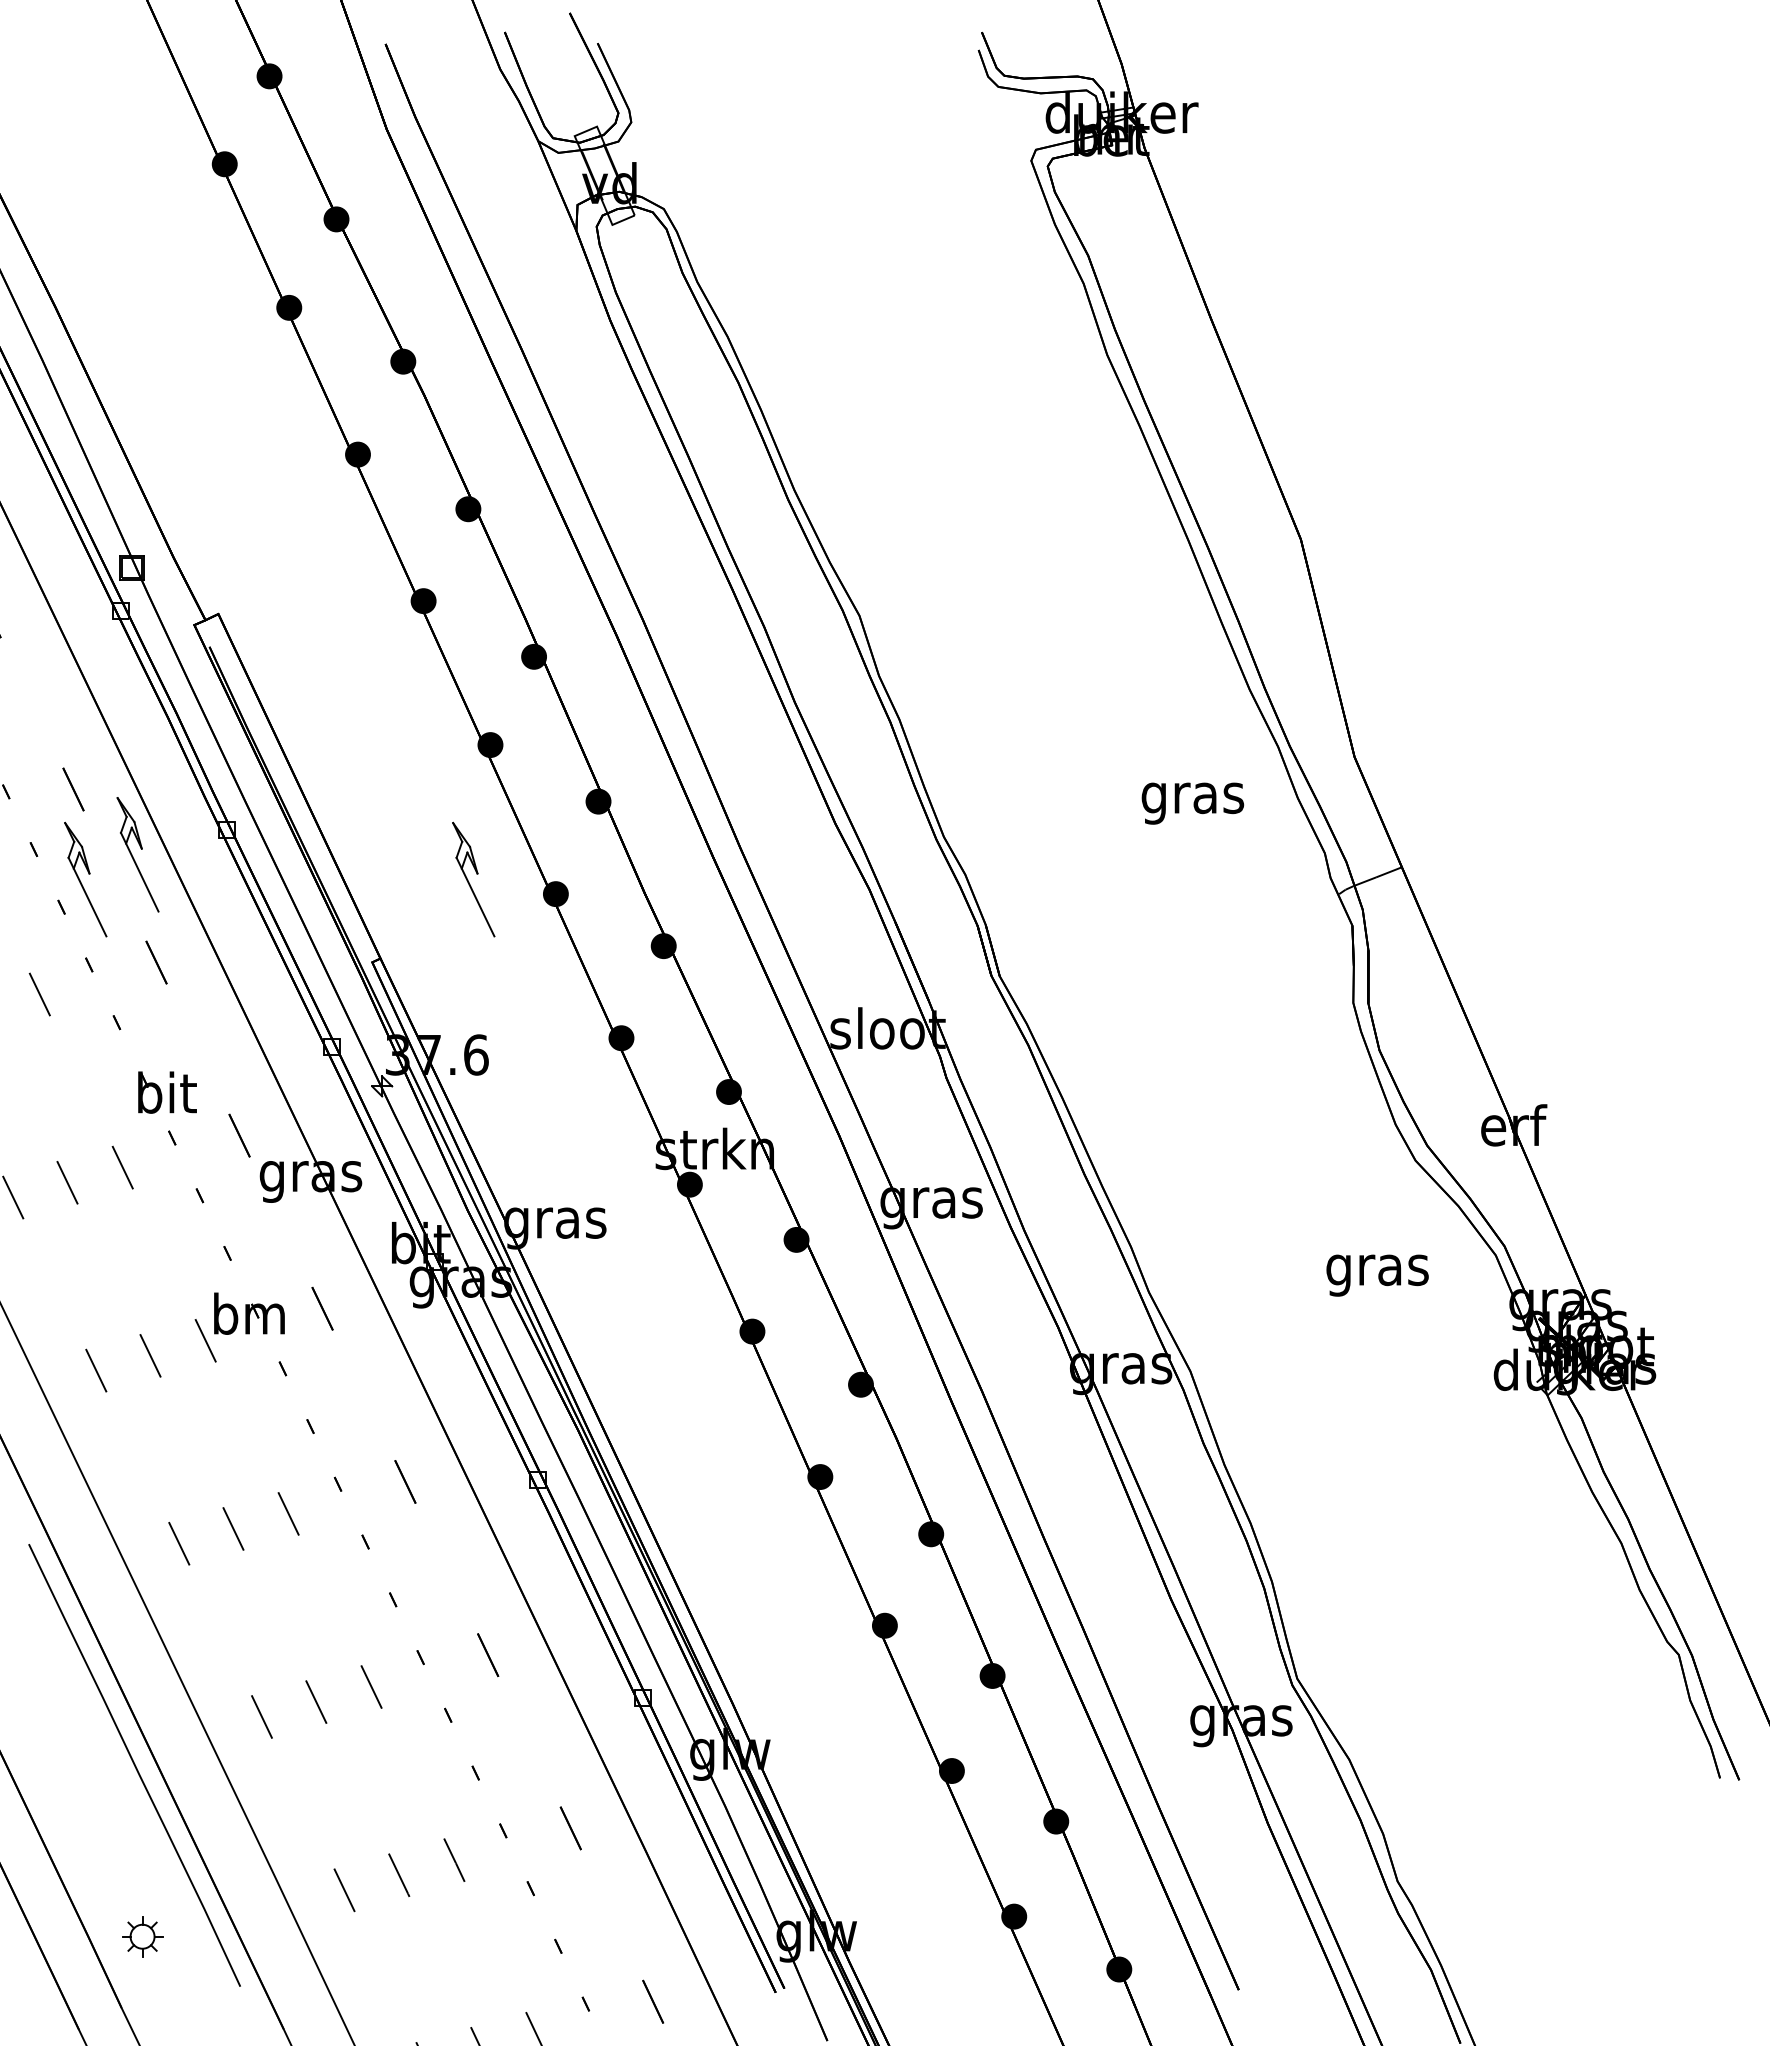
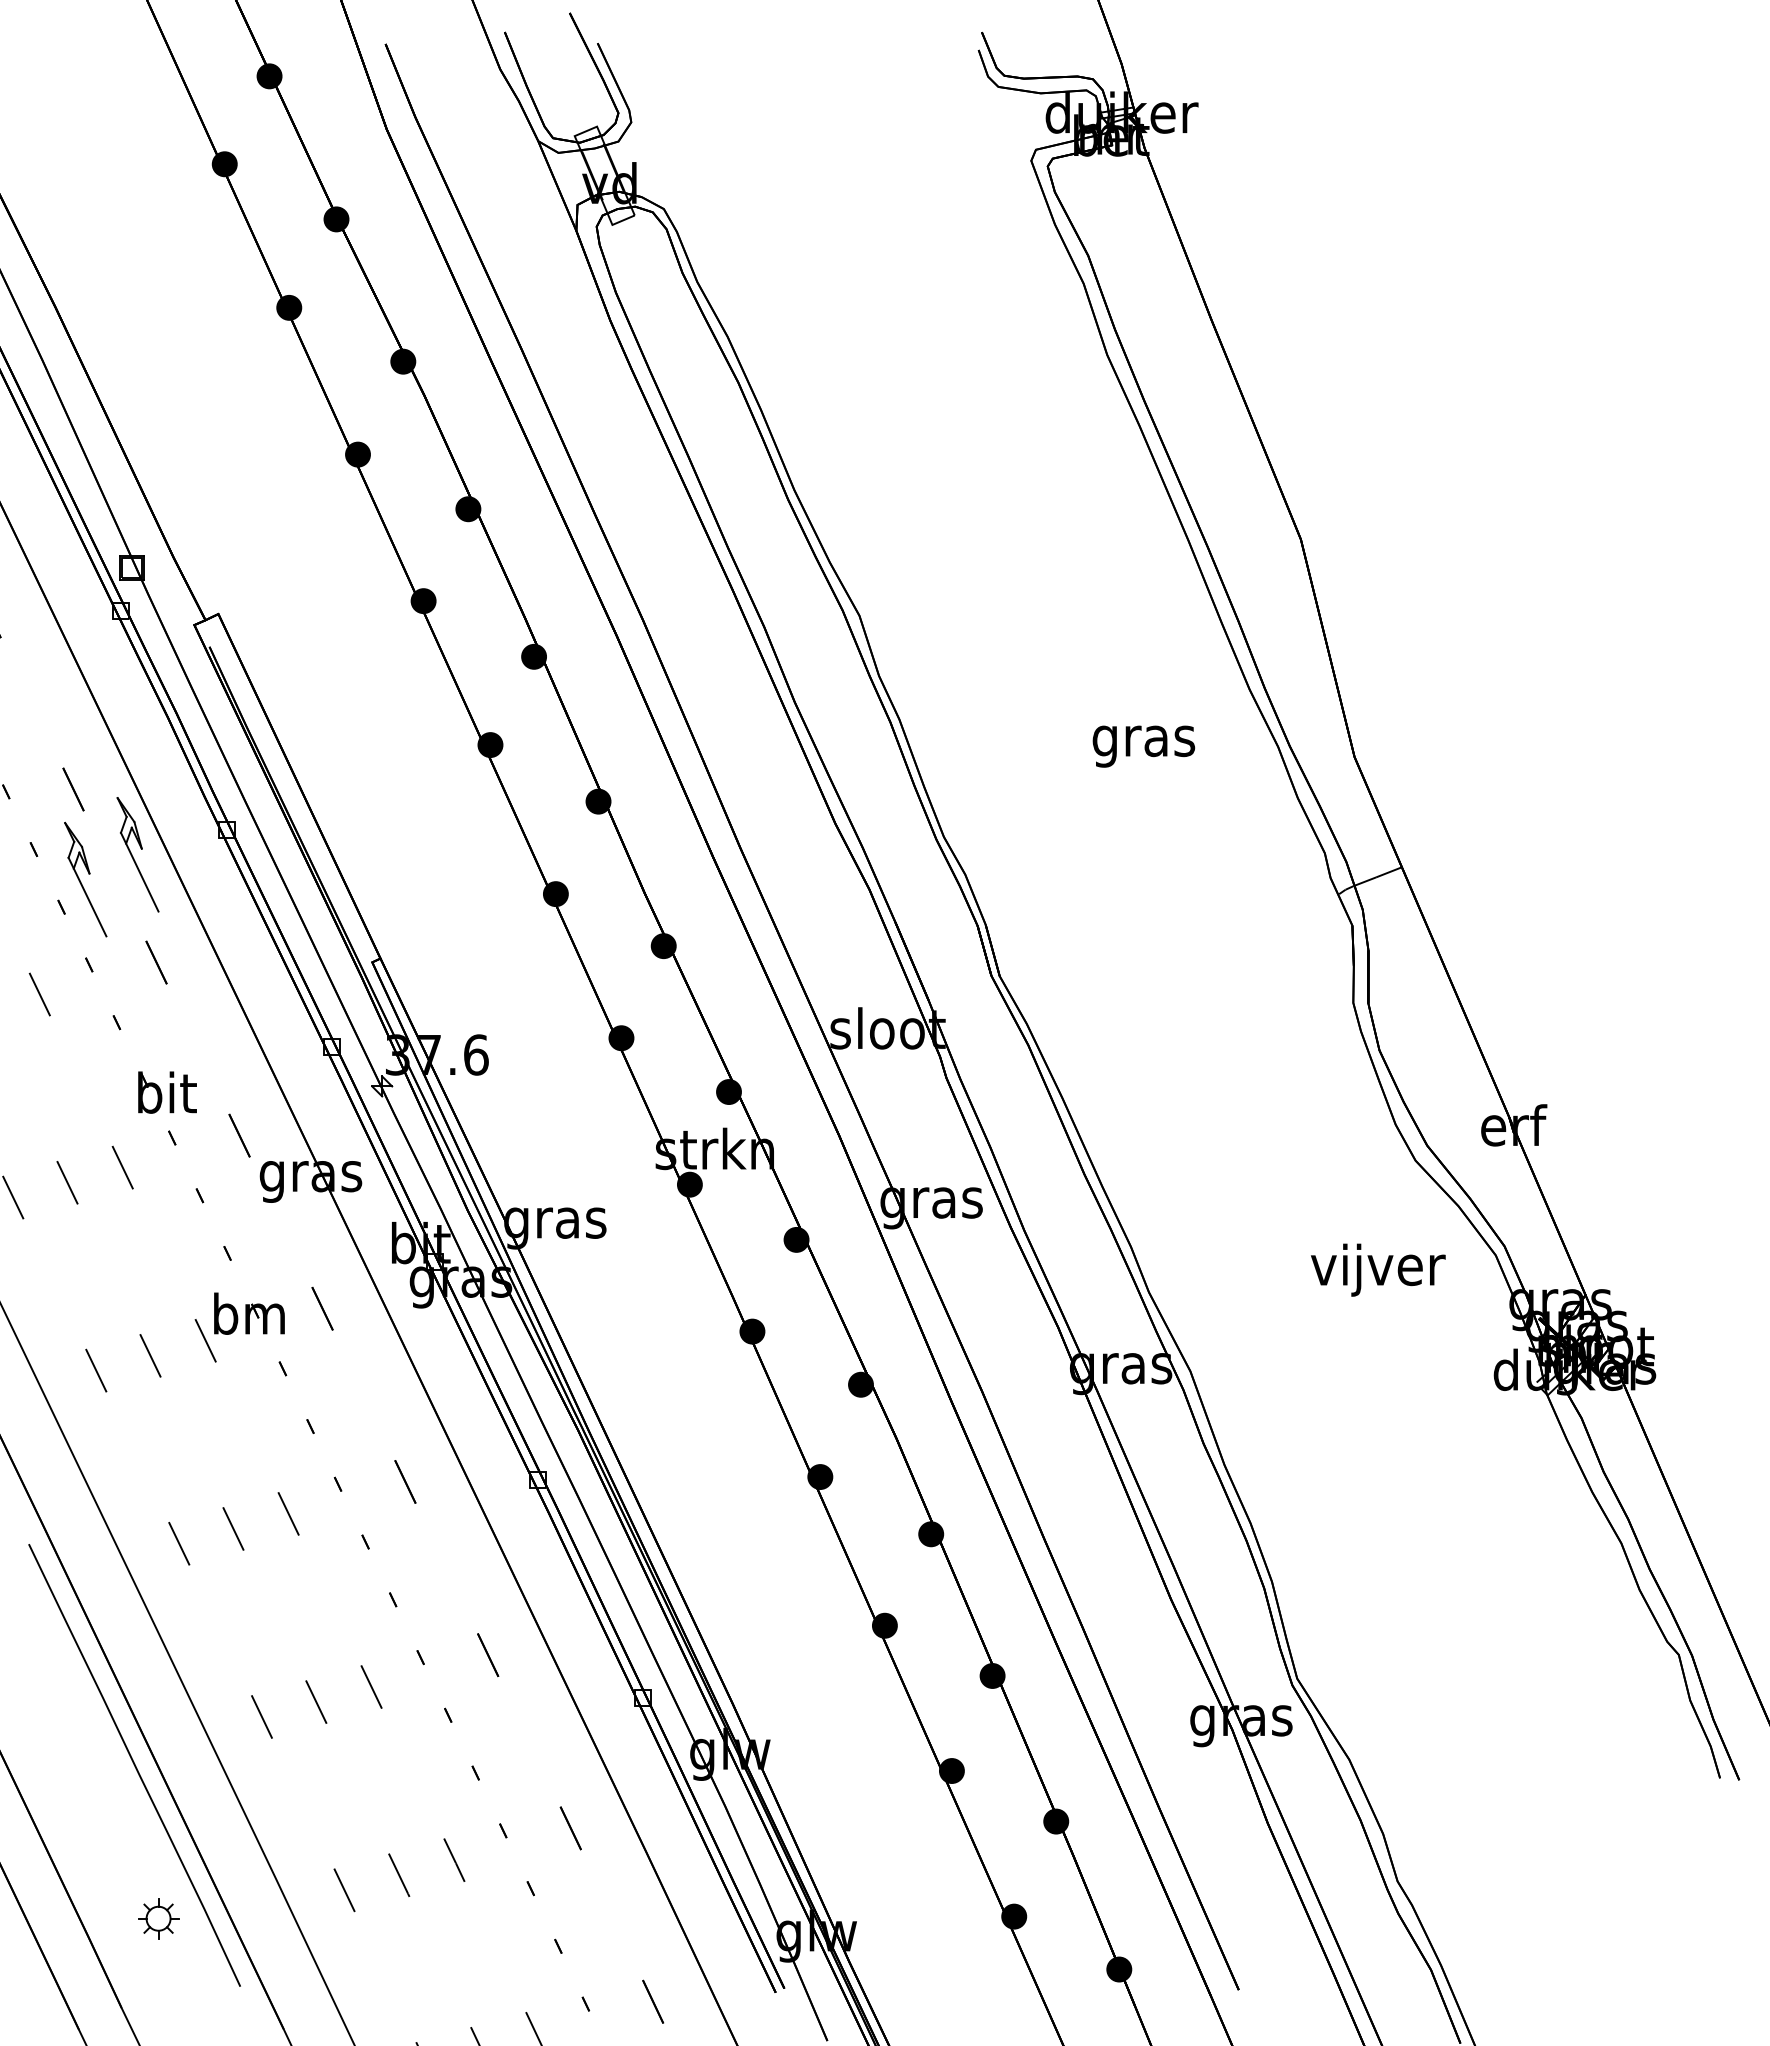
text at (1192, 803) position: (1192, 803) -> (1143, 746)
part at (473, 879): present -> none
text at (1378, 1269): gras -> vijver
part at (142, 1936) position: (142, 1936) -> (158, 1918)
